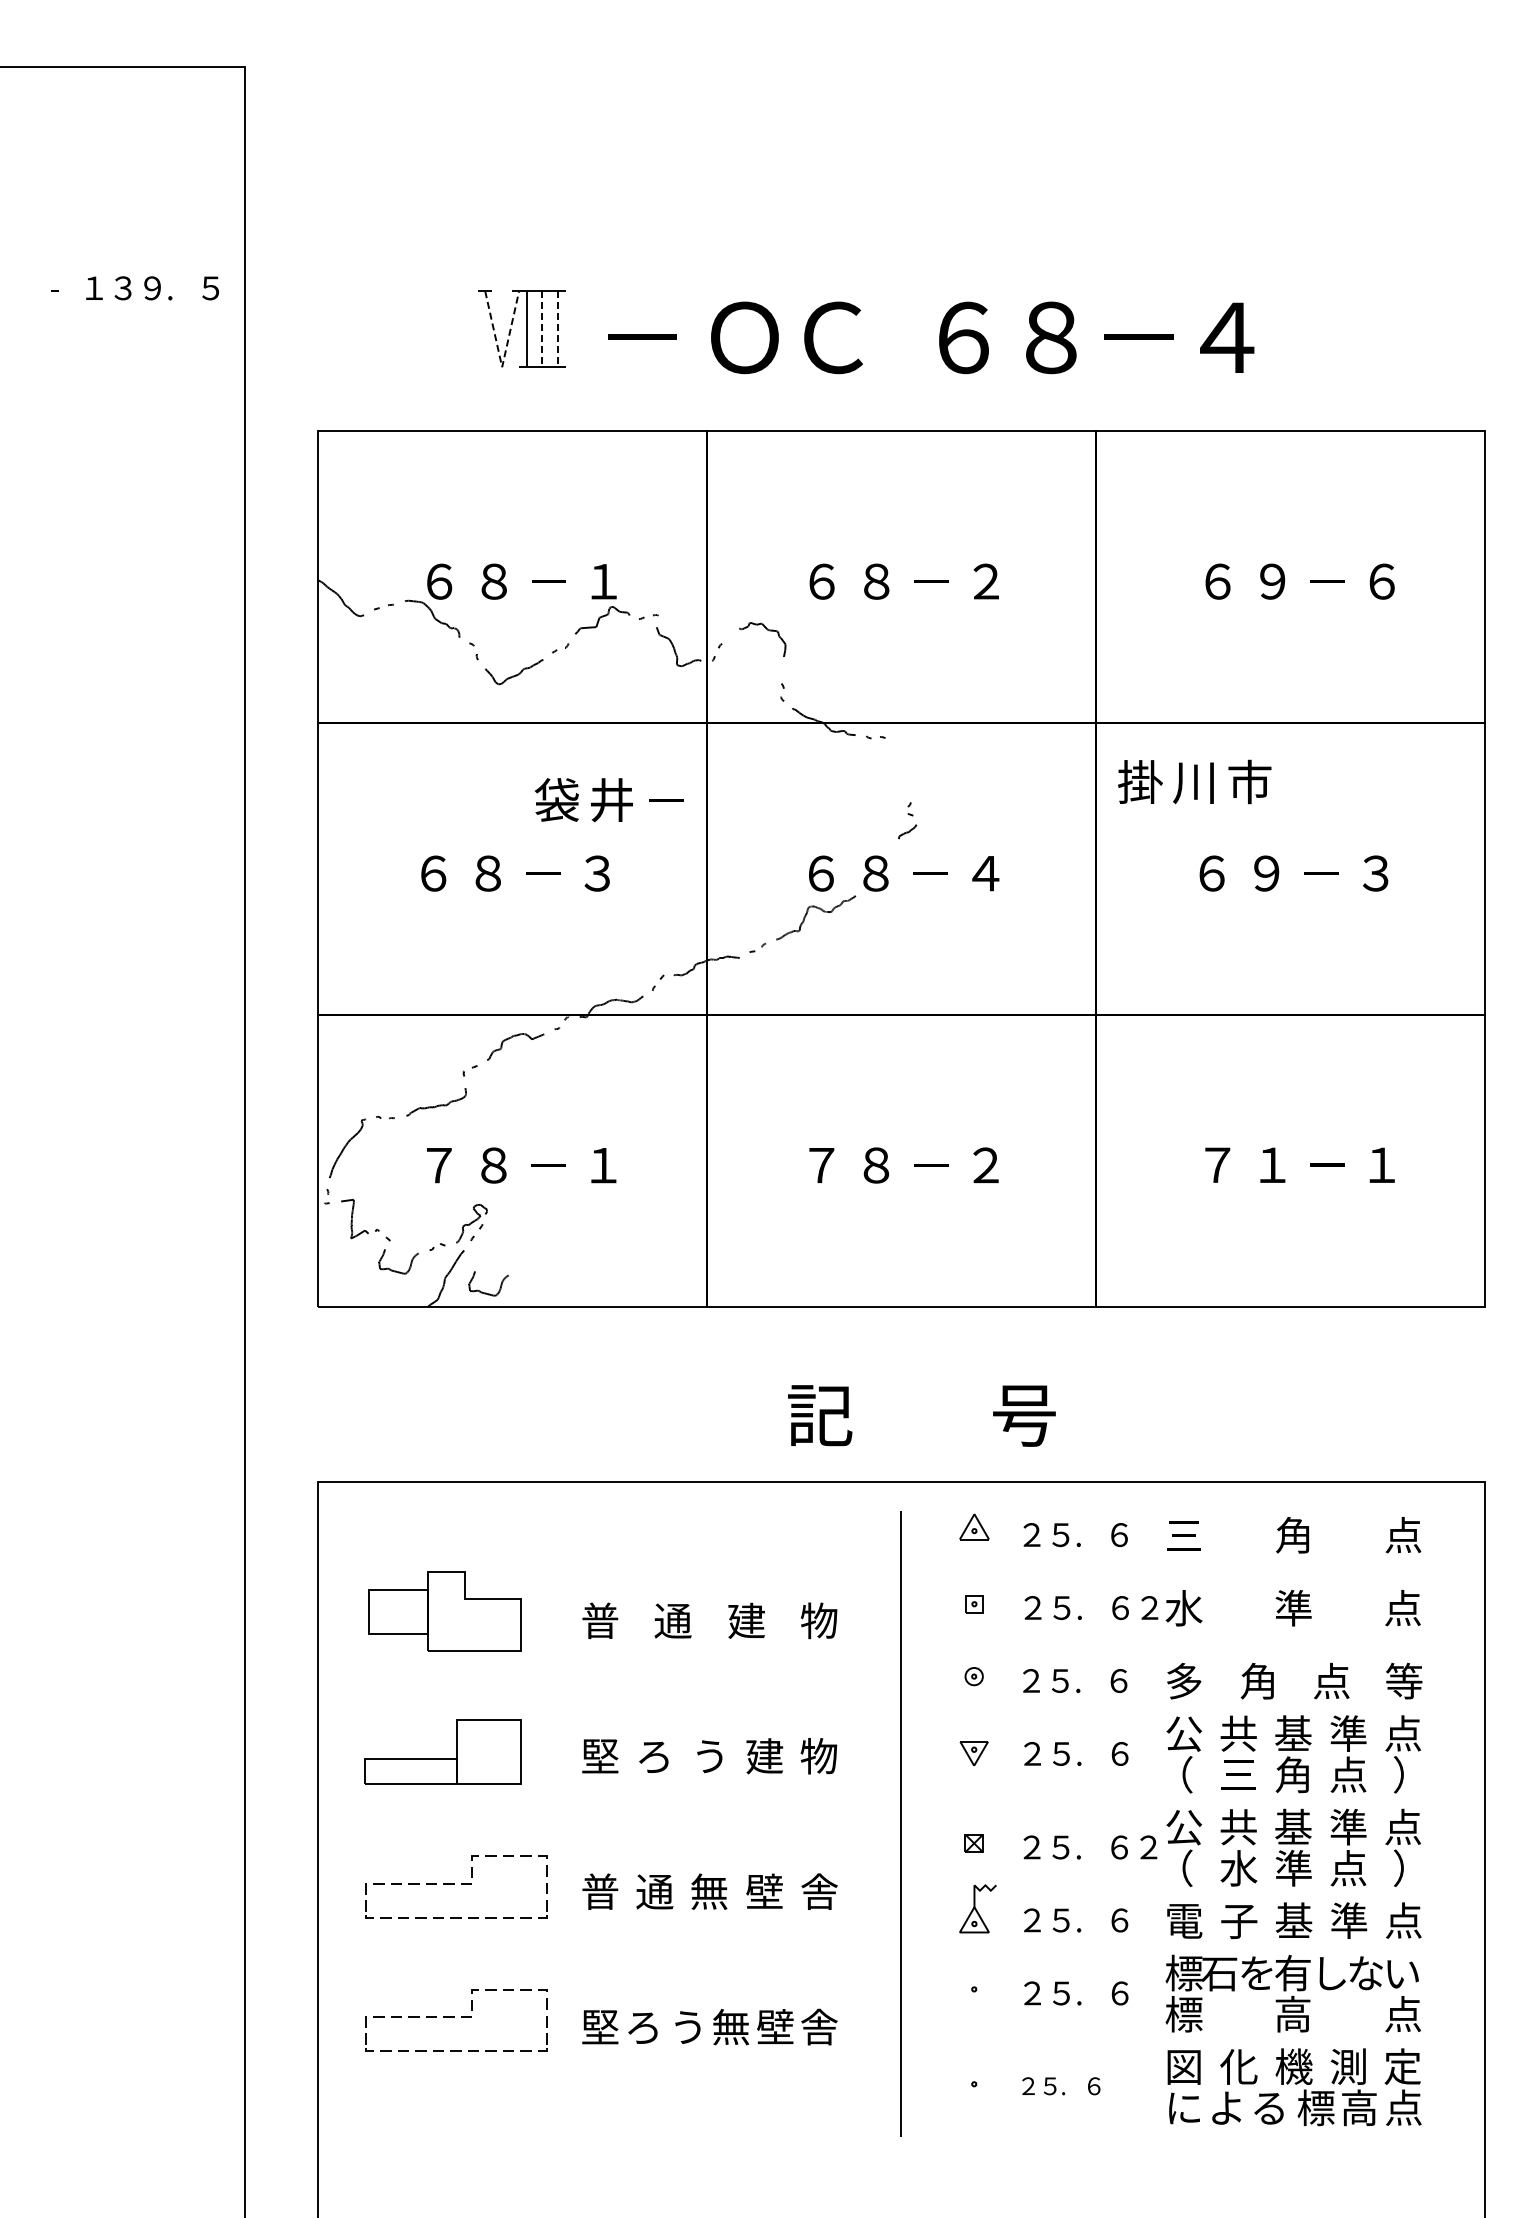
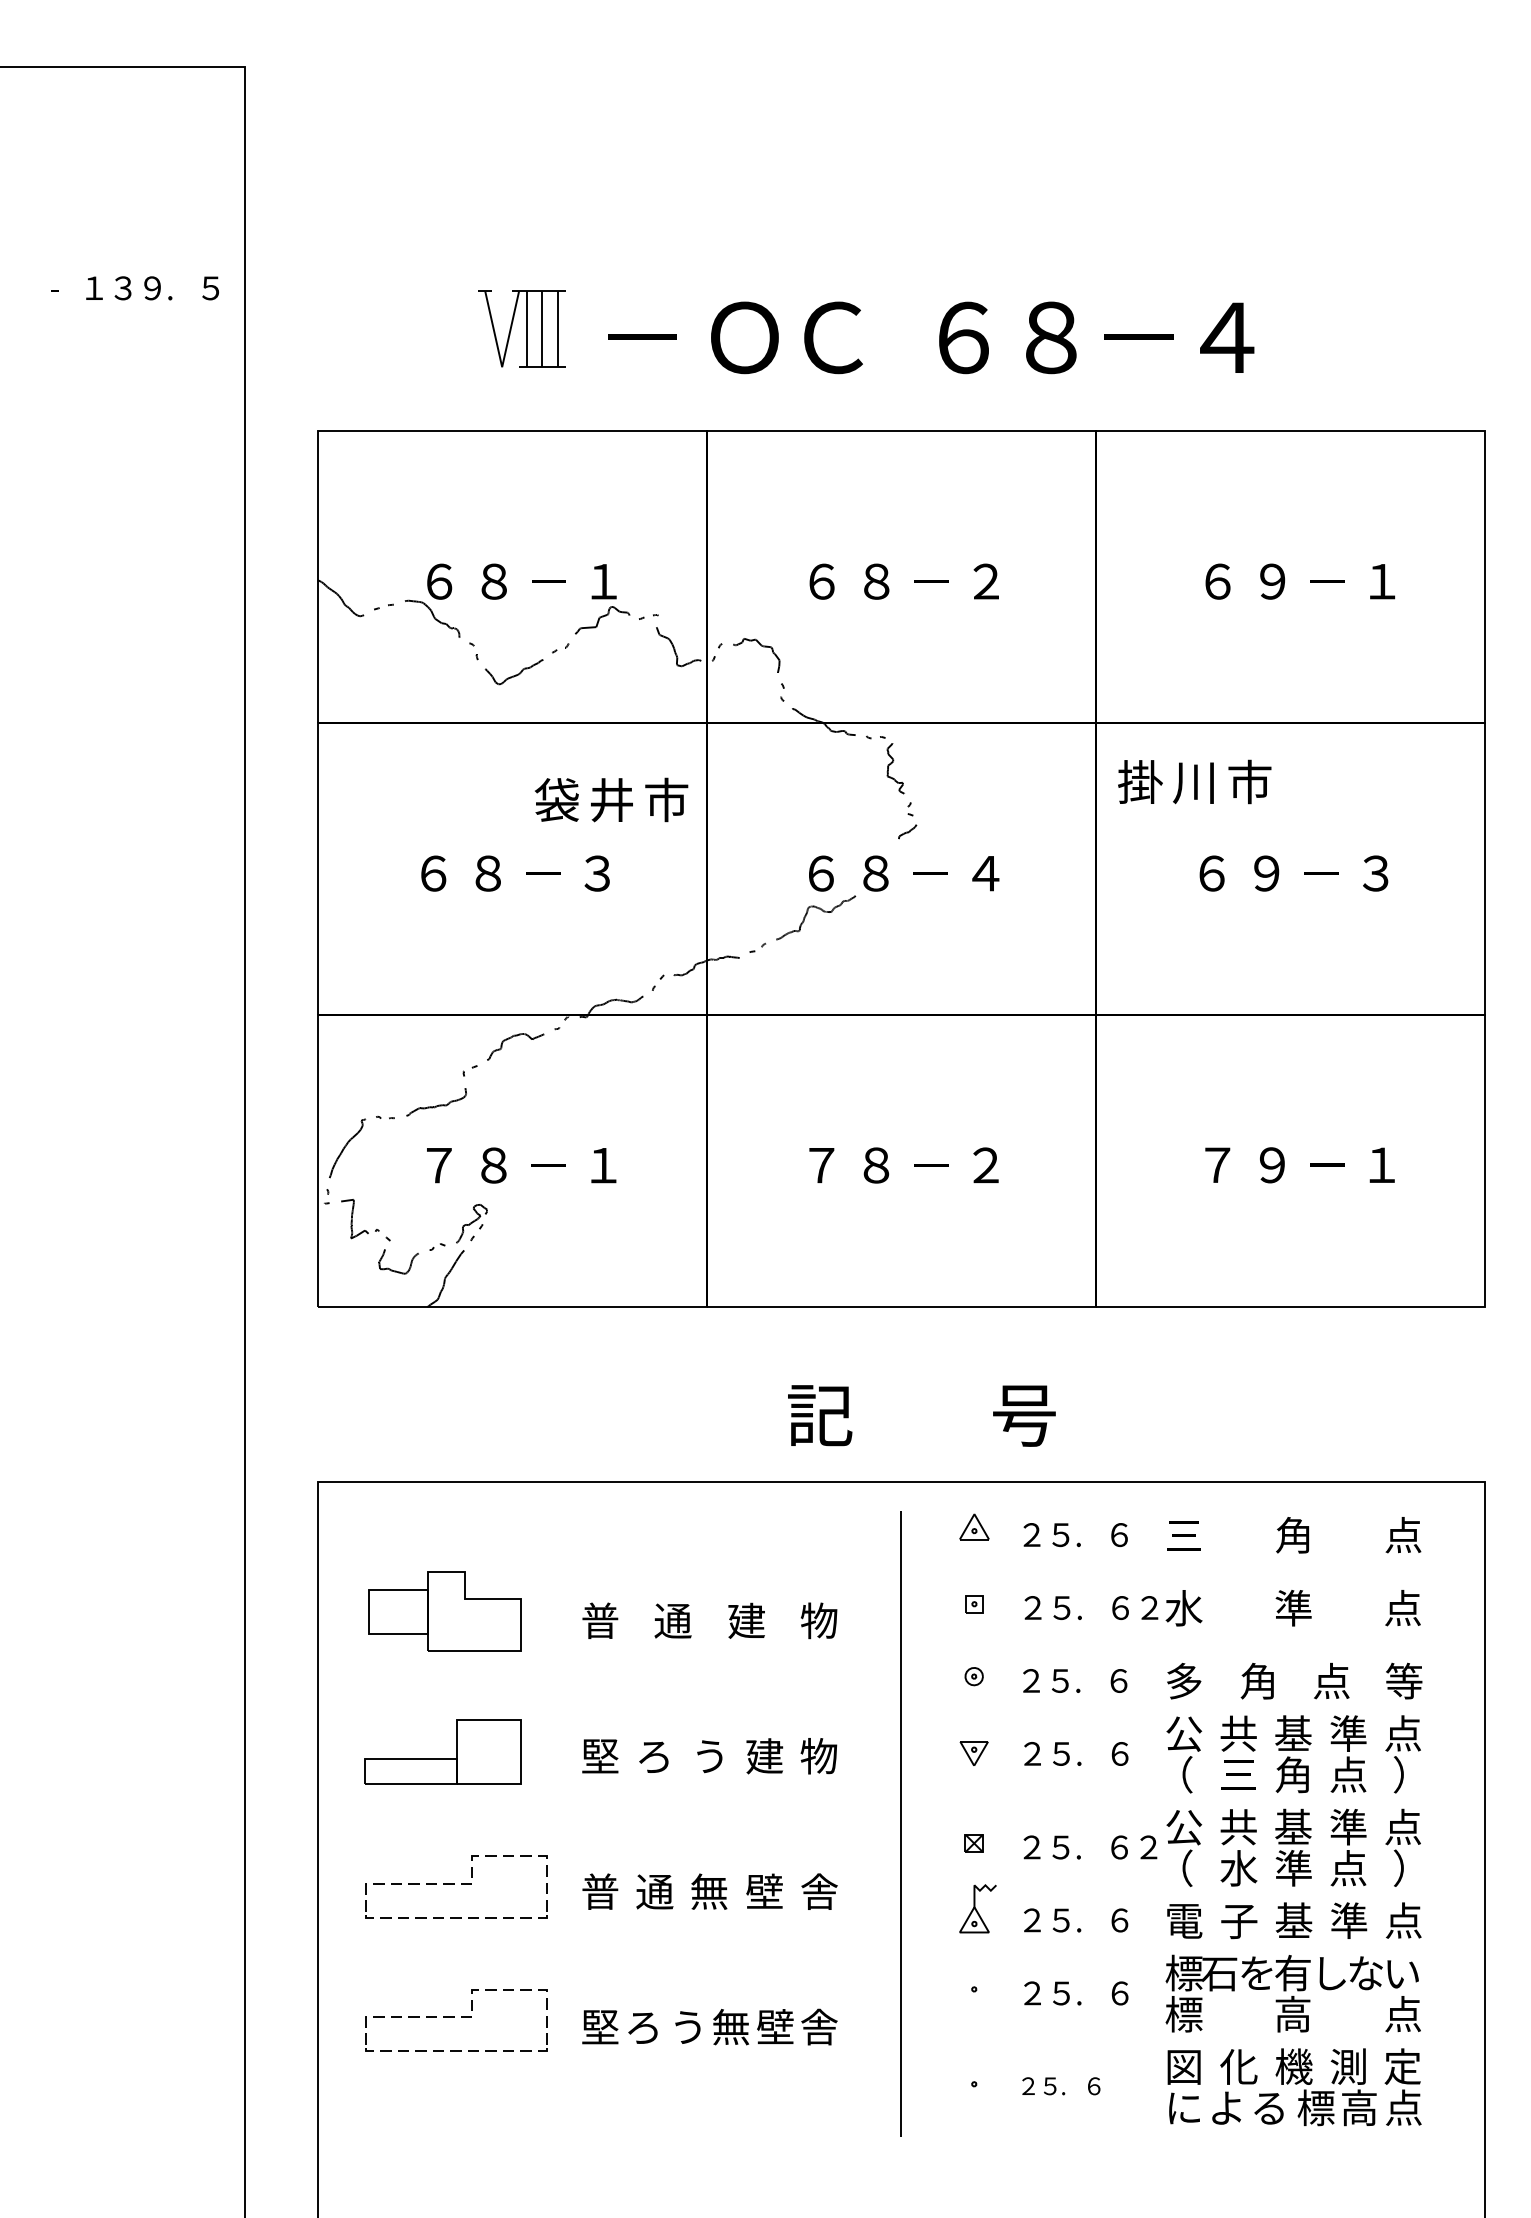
line at (542, 329): dashed -> solid
line at (557, 329): dashed -> solid
line at (502, 367): dashed -> solid
text at (1382, 581): ６ -> １
part at (767, 630) position: (767, 630) -> (761, 646)
part at (895, 768): none -> present
text at (666, 799): － -> 市
text at (1272, 1165): １ -> ９
part at (486, 1292): present -> none
